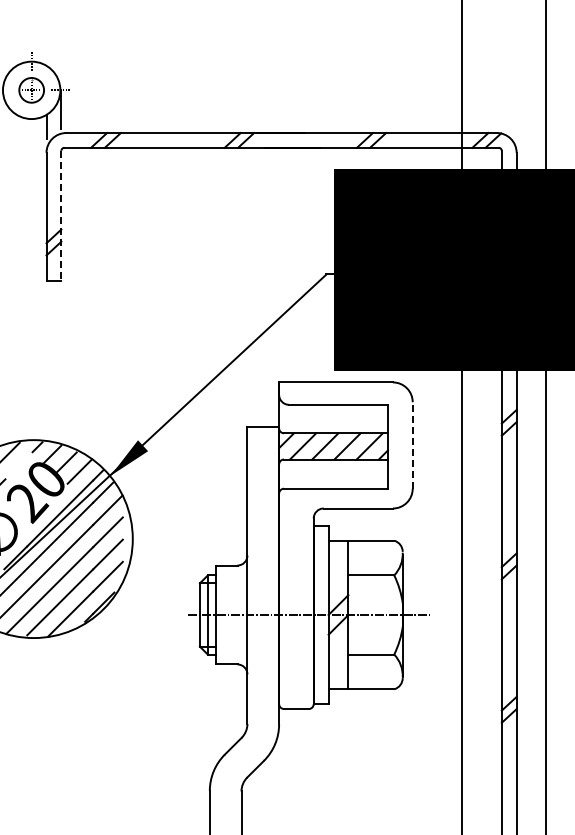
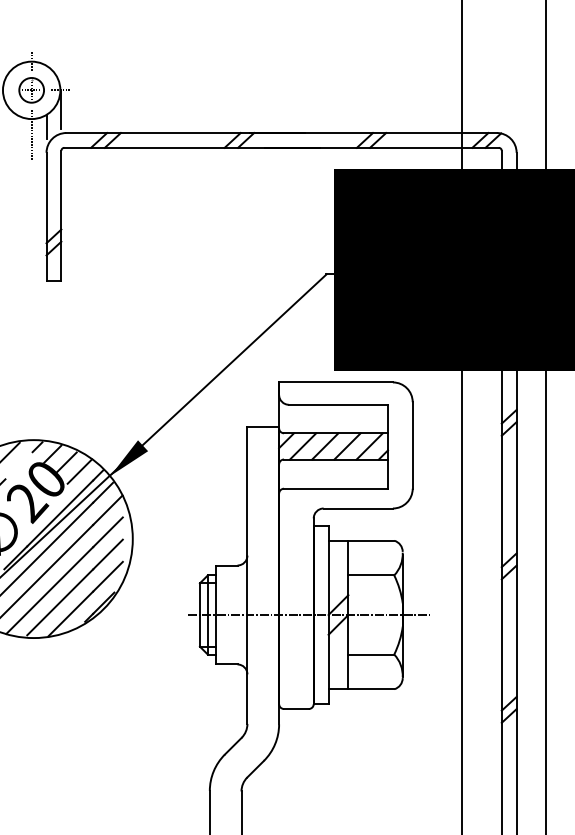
line at (31, 134): none -> present
line at (61, 216): dashed -> solid
line at (412, 444): dashed -> solid
